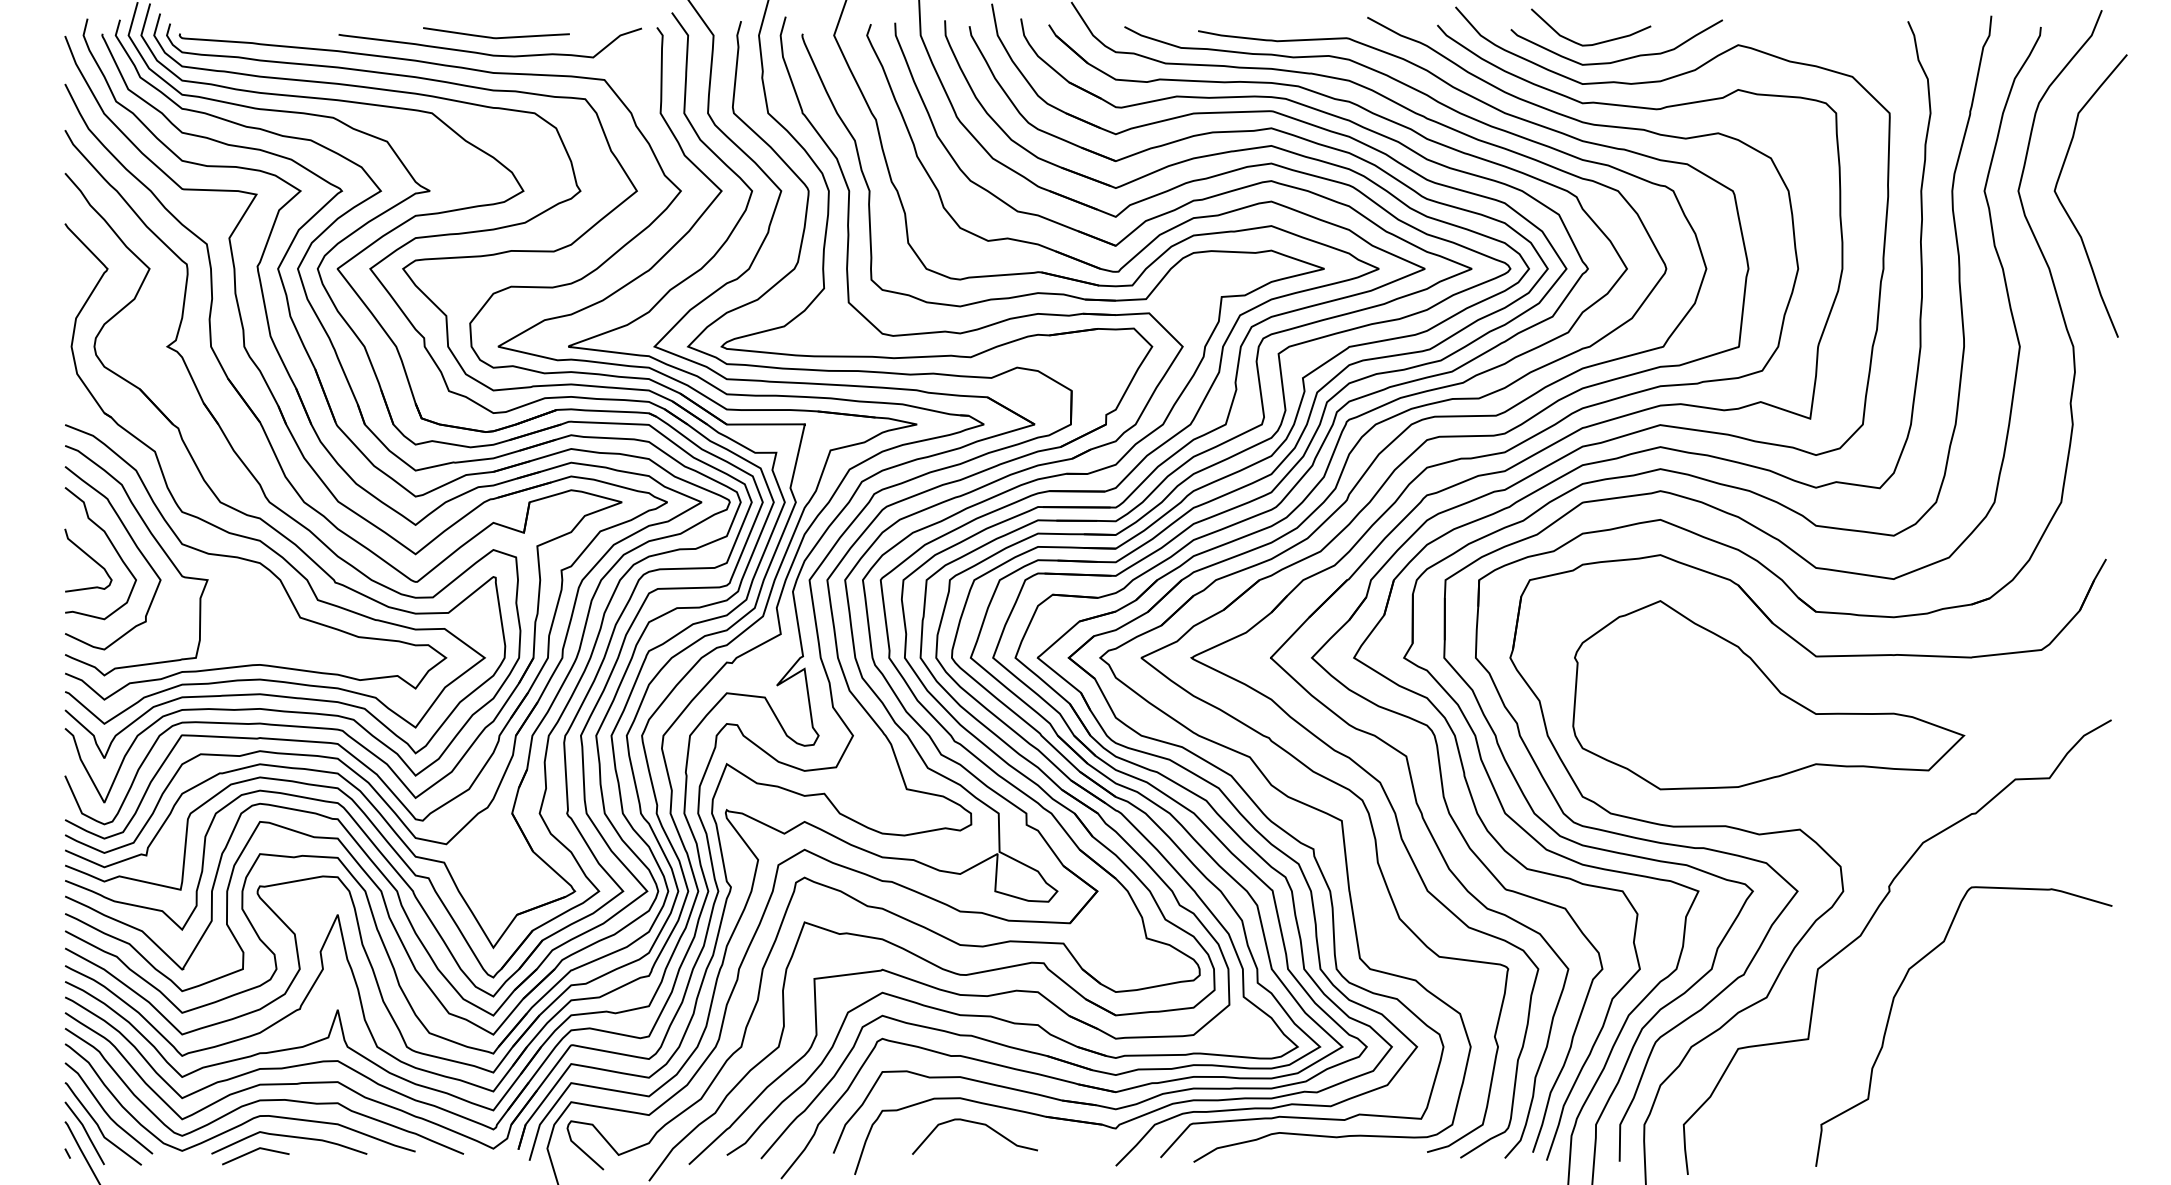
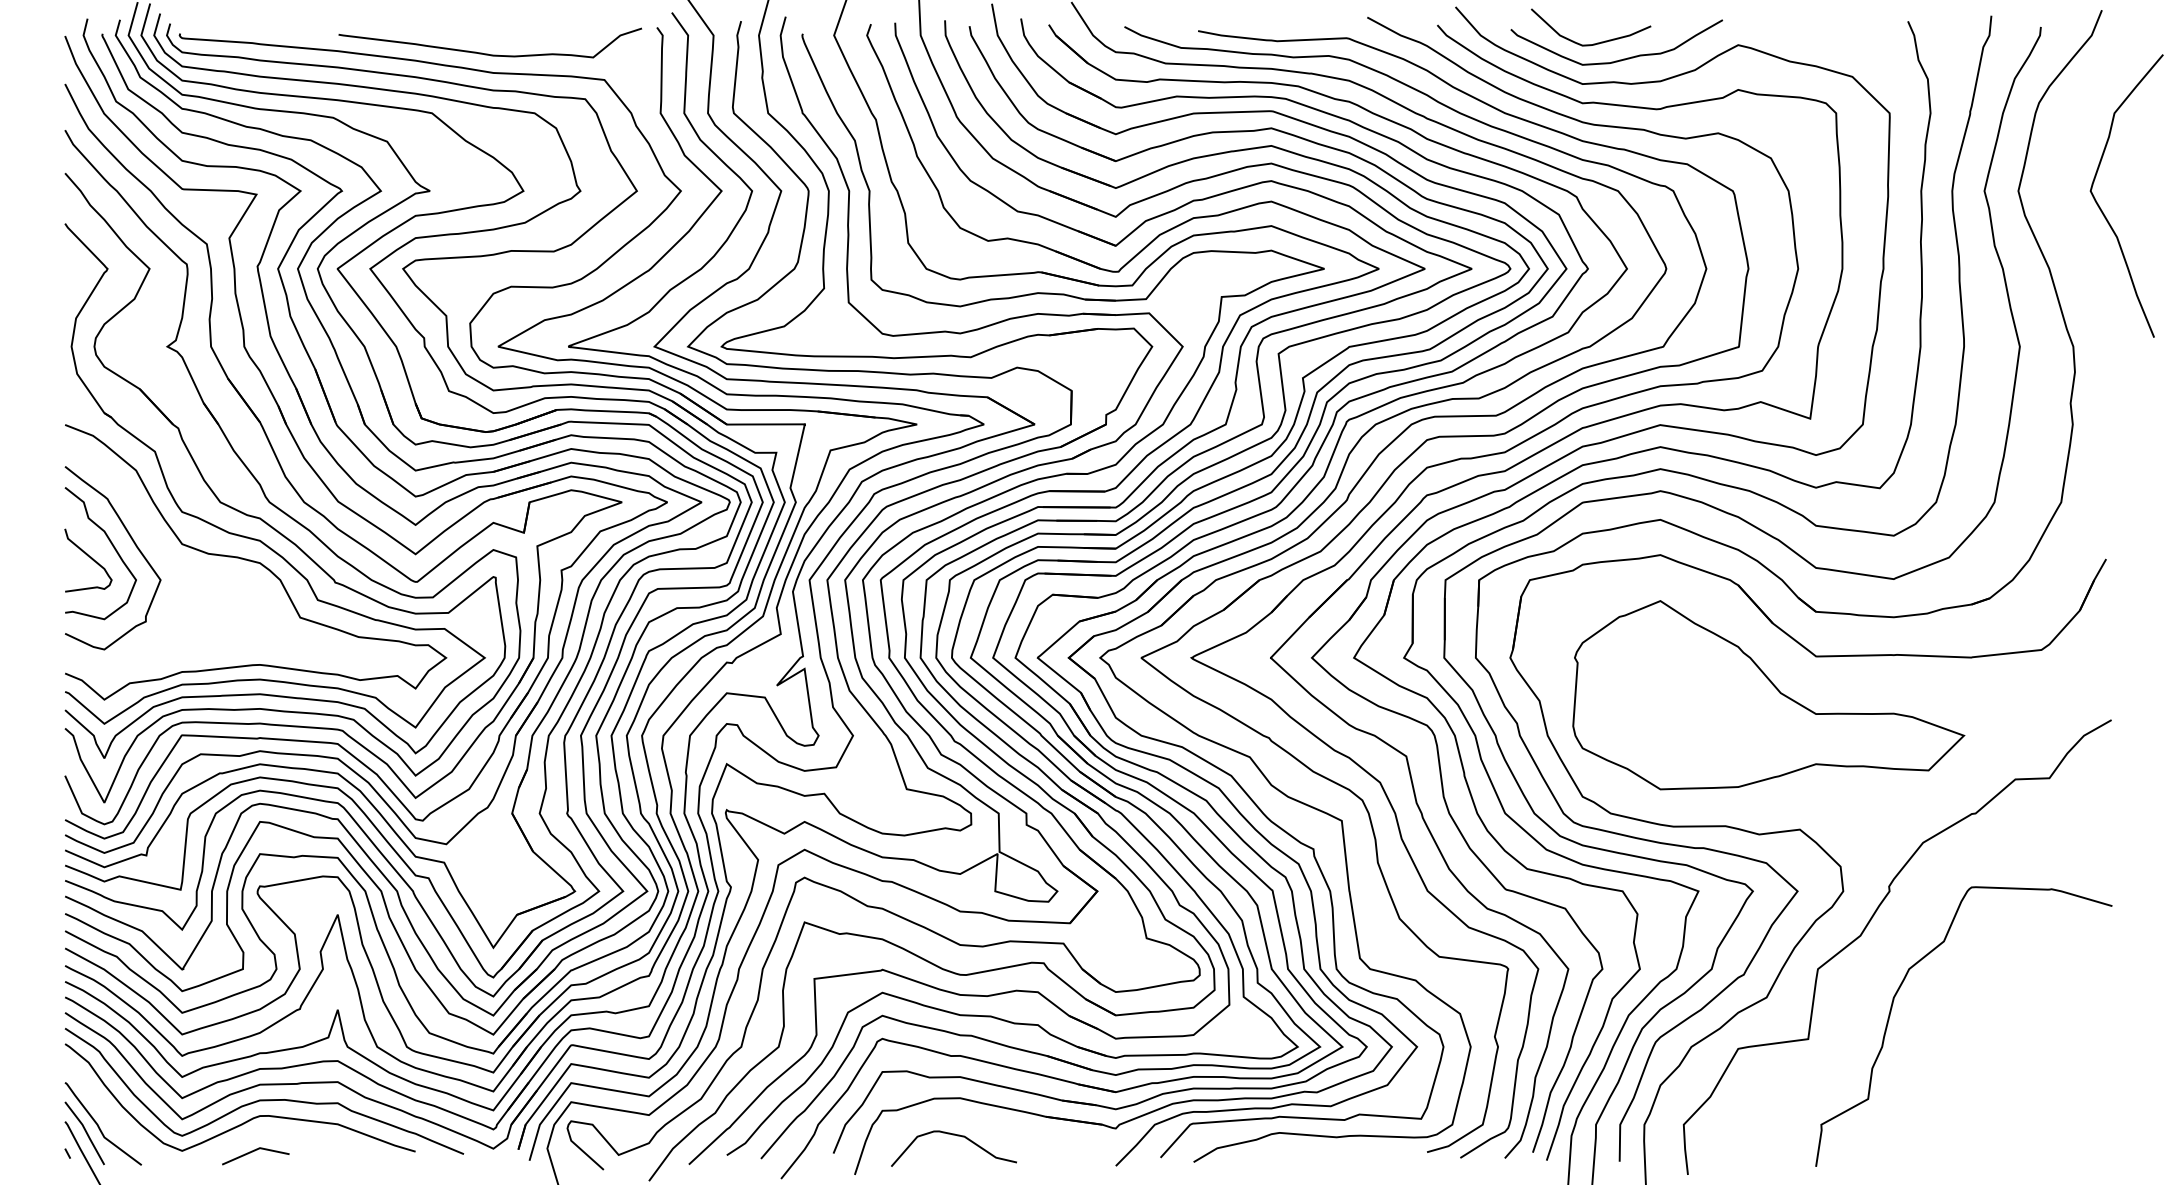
curve at (496, 37): present -> none
curve at (2065, 208) position: (2065, 208) -> (2101, 208)
curve at (158, 545): present -> none
curve at (105, 1110): present -> none
curve at (978, 1124) position: (978, 1124) -> (957, 1136)
curve at (289, 1137): present -> none
